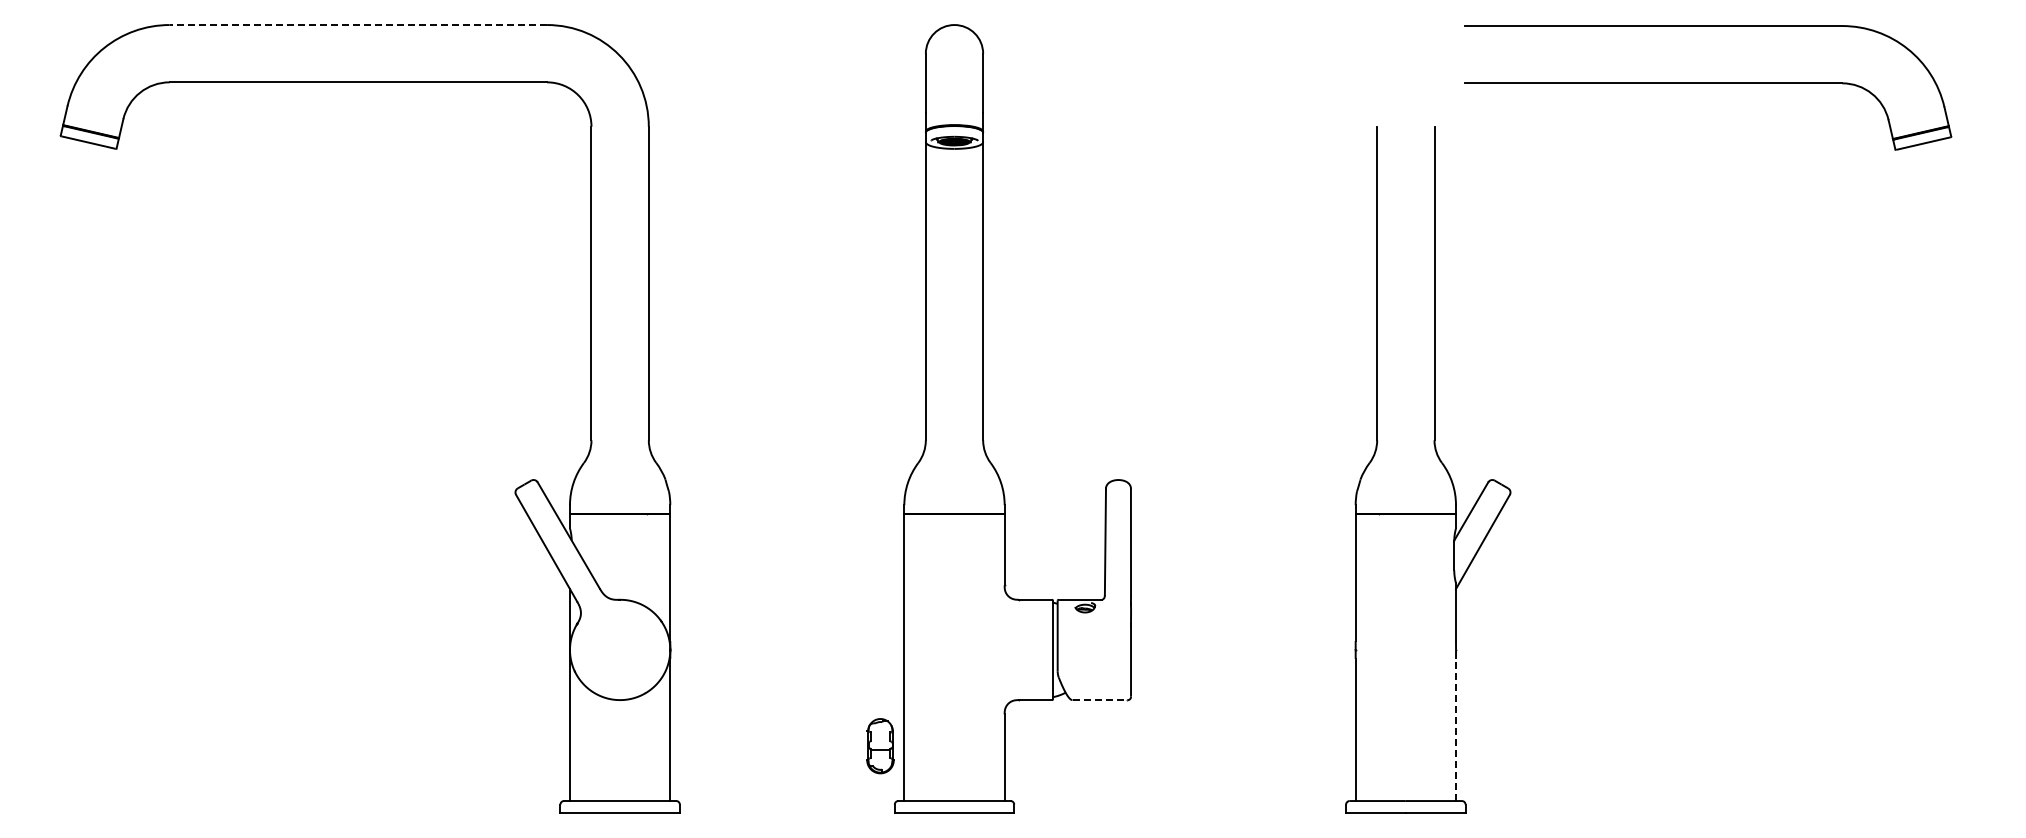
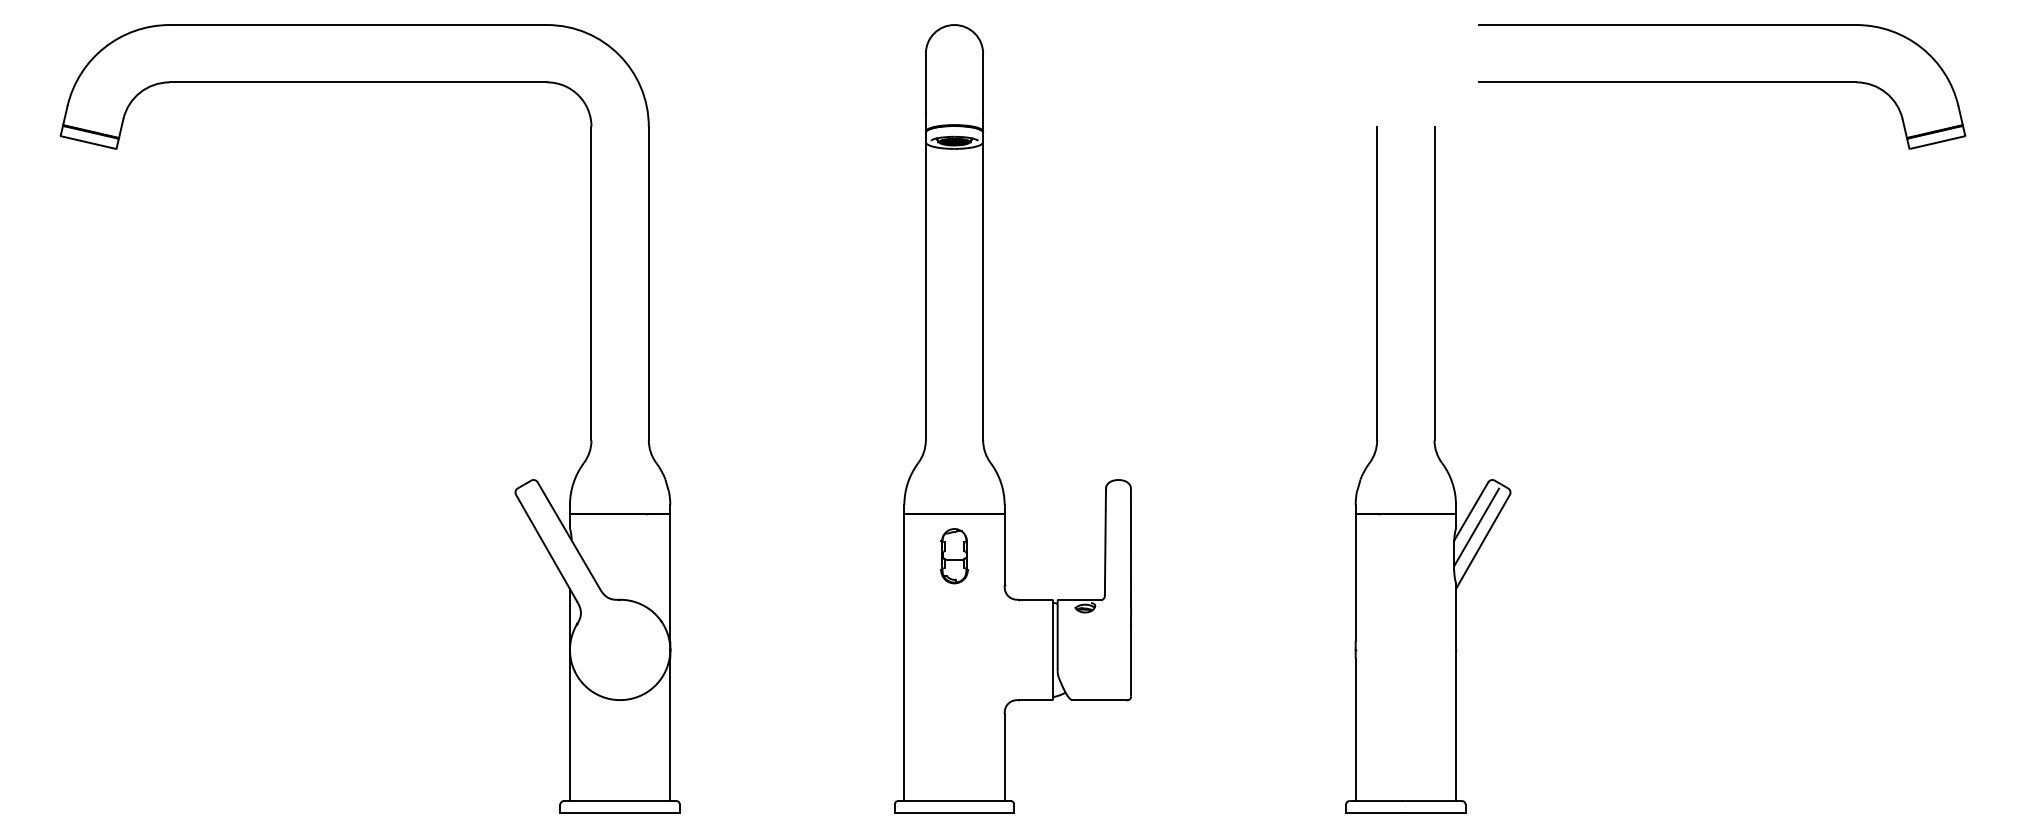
line at (358, 25): dashed -> solid
part at (1708, 87) position: (1708, 87) -> (1722, 86)
line at (1476, 527): none -> present
line at (1100, 700): dashed -> solid
line at (1456, 730): dashed -> solid
part at (880, 746) position: (880, 746) -> (954, 556)
